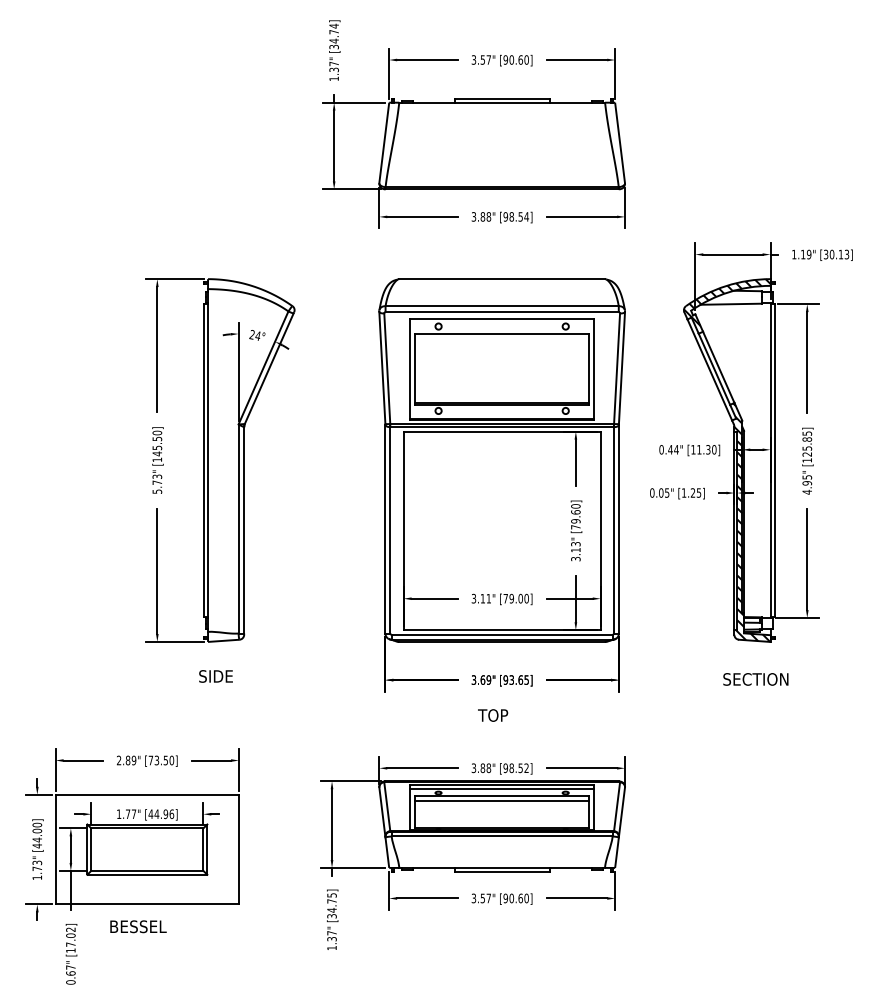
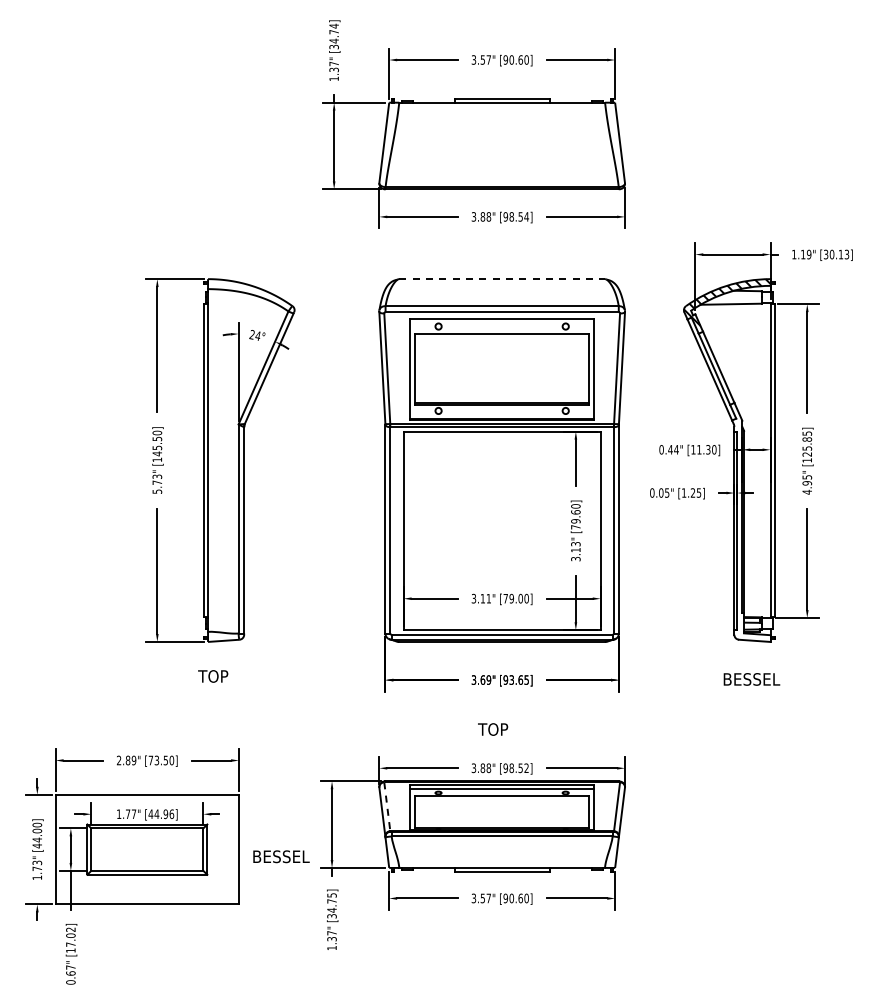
line at (502, 279): solid -> dashed
hatch at (751, 522): present -> none
text at (215, 676): SIDE -> TOP
text at (755, 679): SECTION -> BESSEL
text at (493, 715) position: (493, 715) -> (493, 729)
line at (501, 800): present -> none
line at (387, 806): solid -> dashed
text at (138, 926) position: (138, 926) -> (281, 856)
